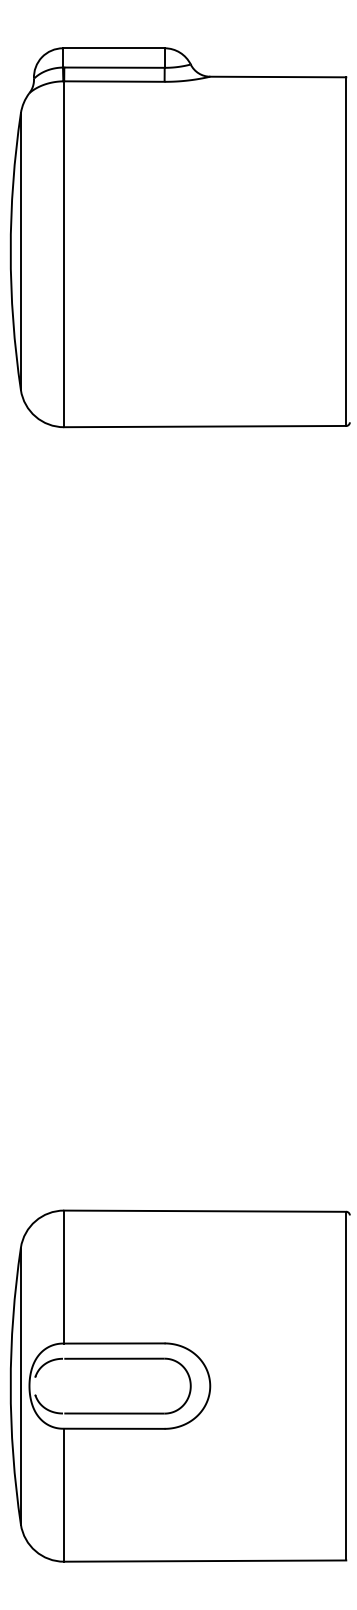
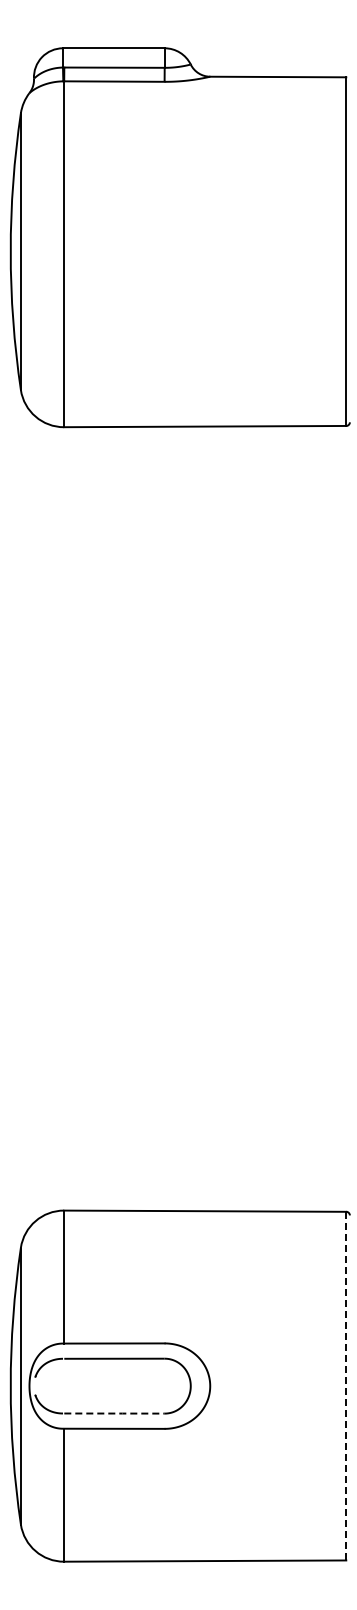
line at (346, 1385): solid -> dashed
line at (115, 1413): solid -> dashed
